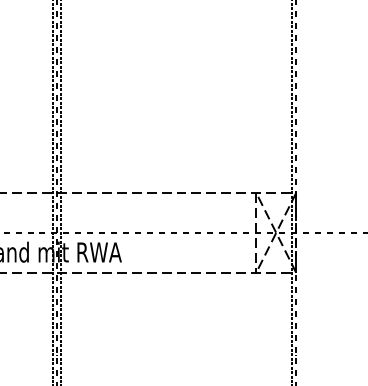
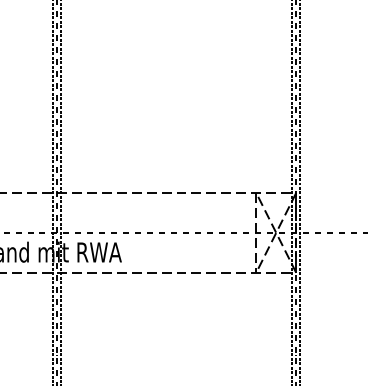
line at (300, 192): none -> present
